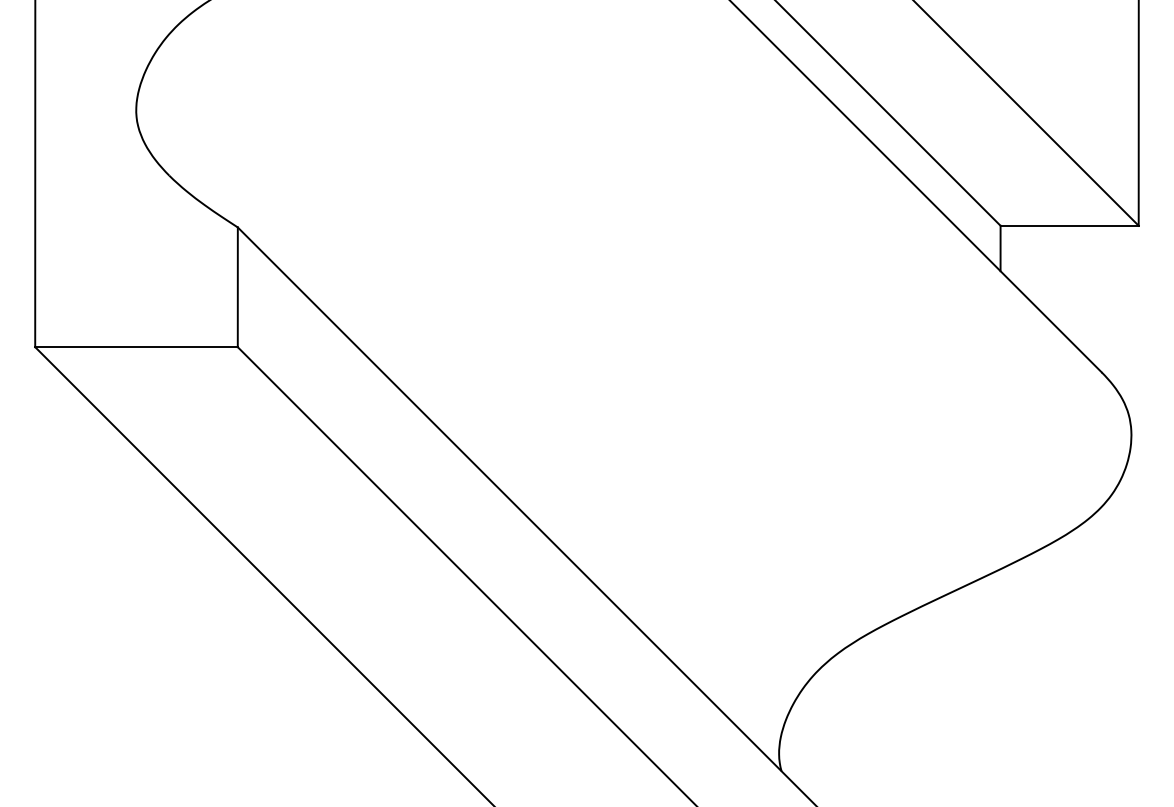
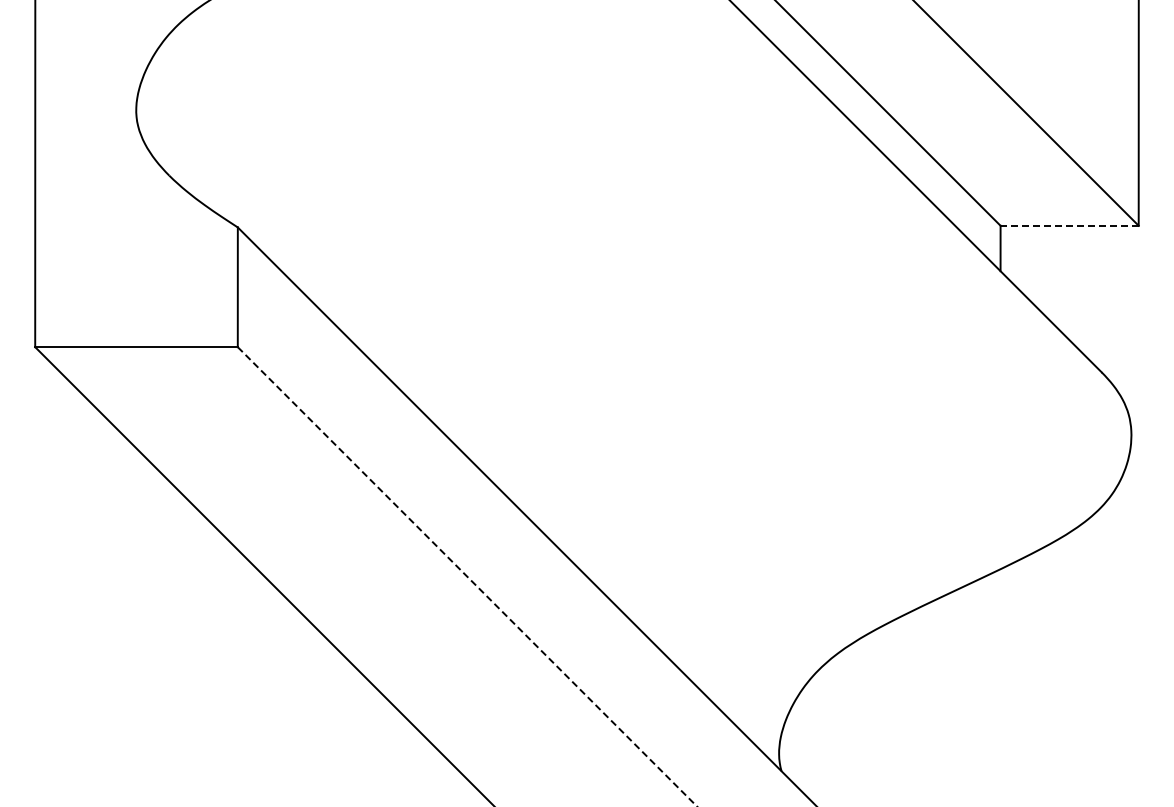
line at (1069, 225): solid -> dashed
line at (467, 576): solid -> dashed
